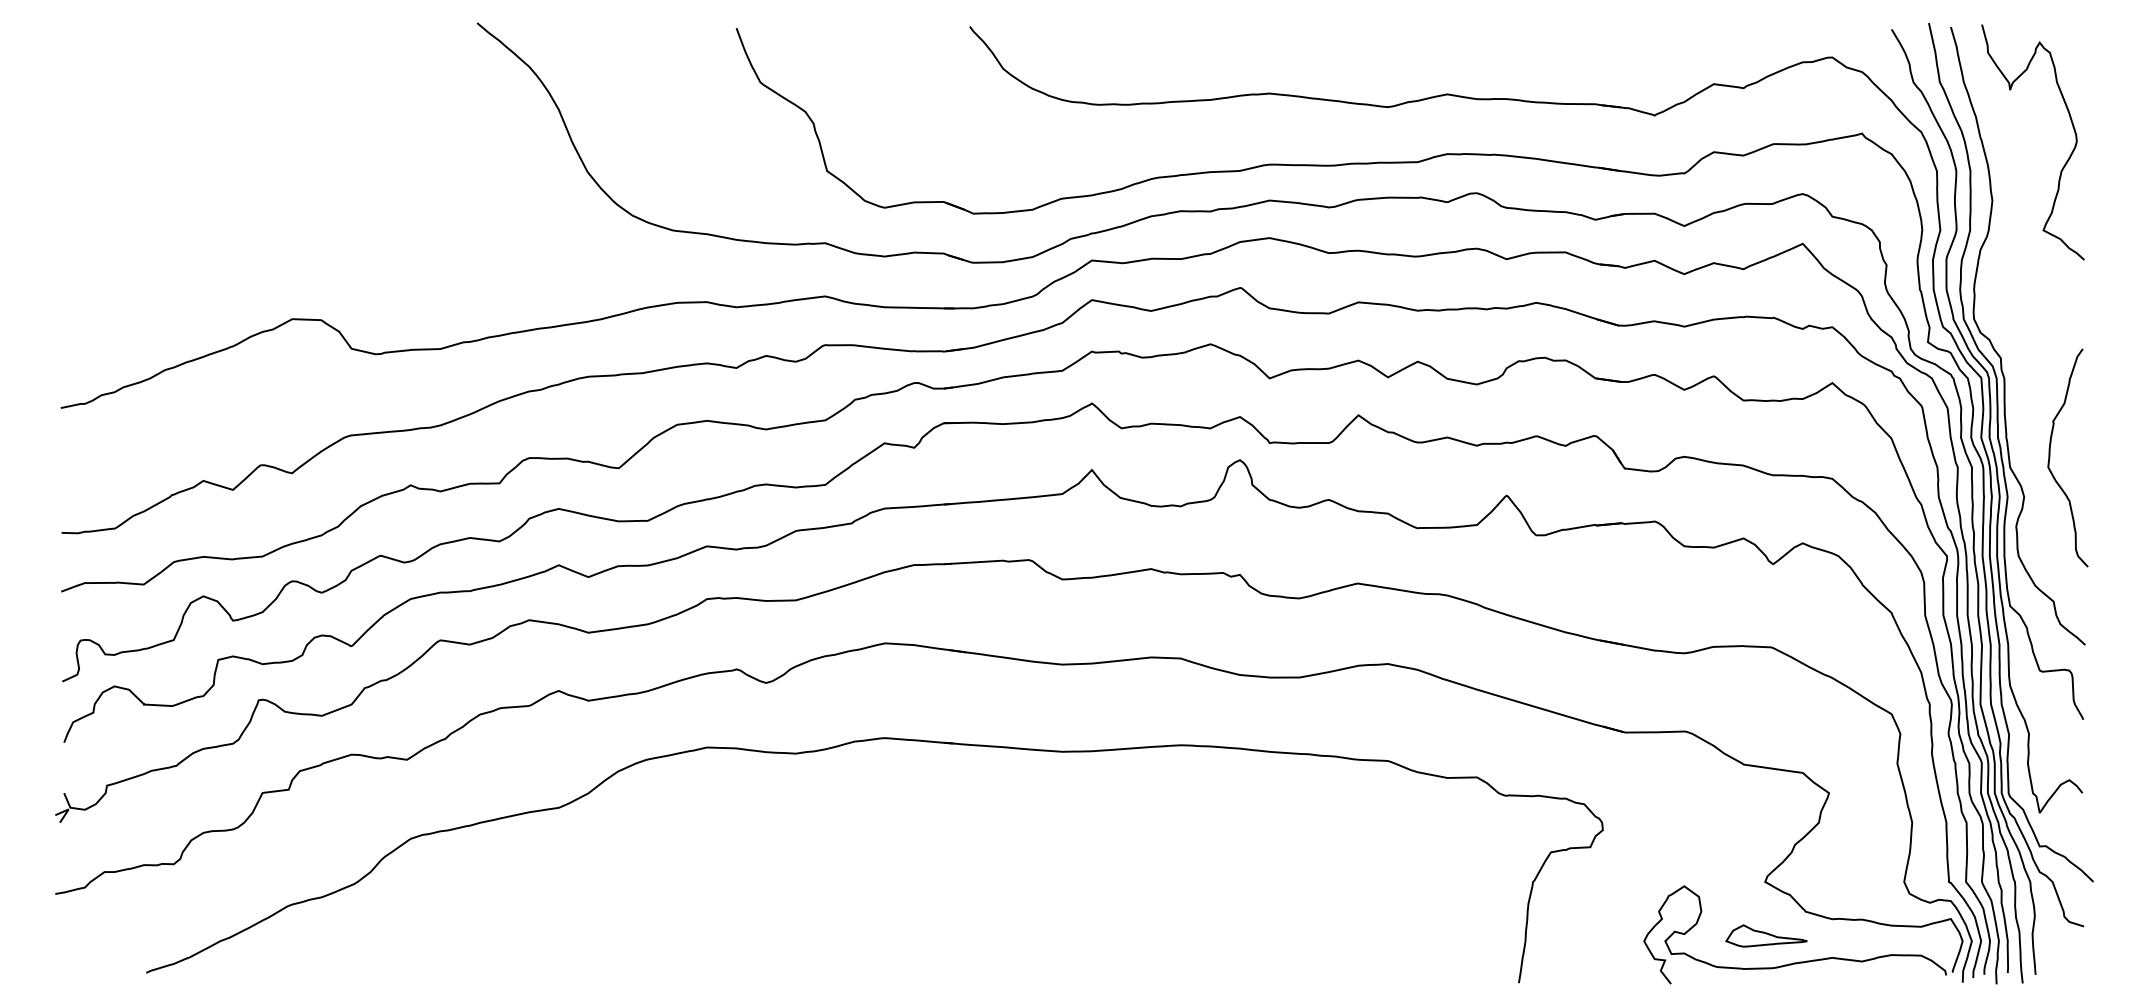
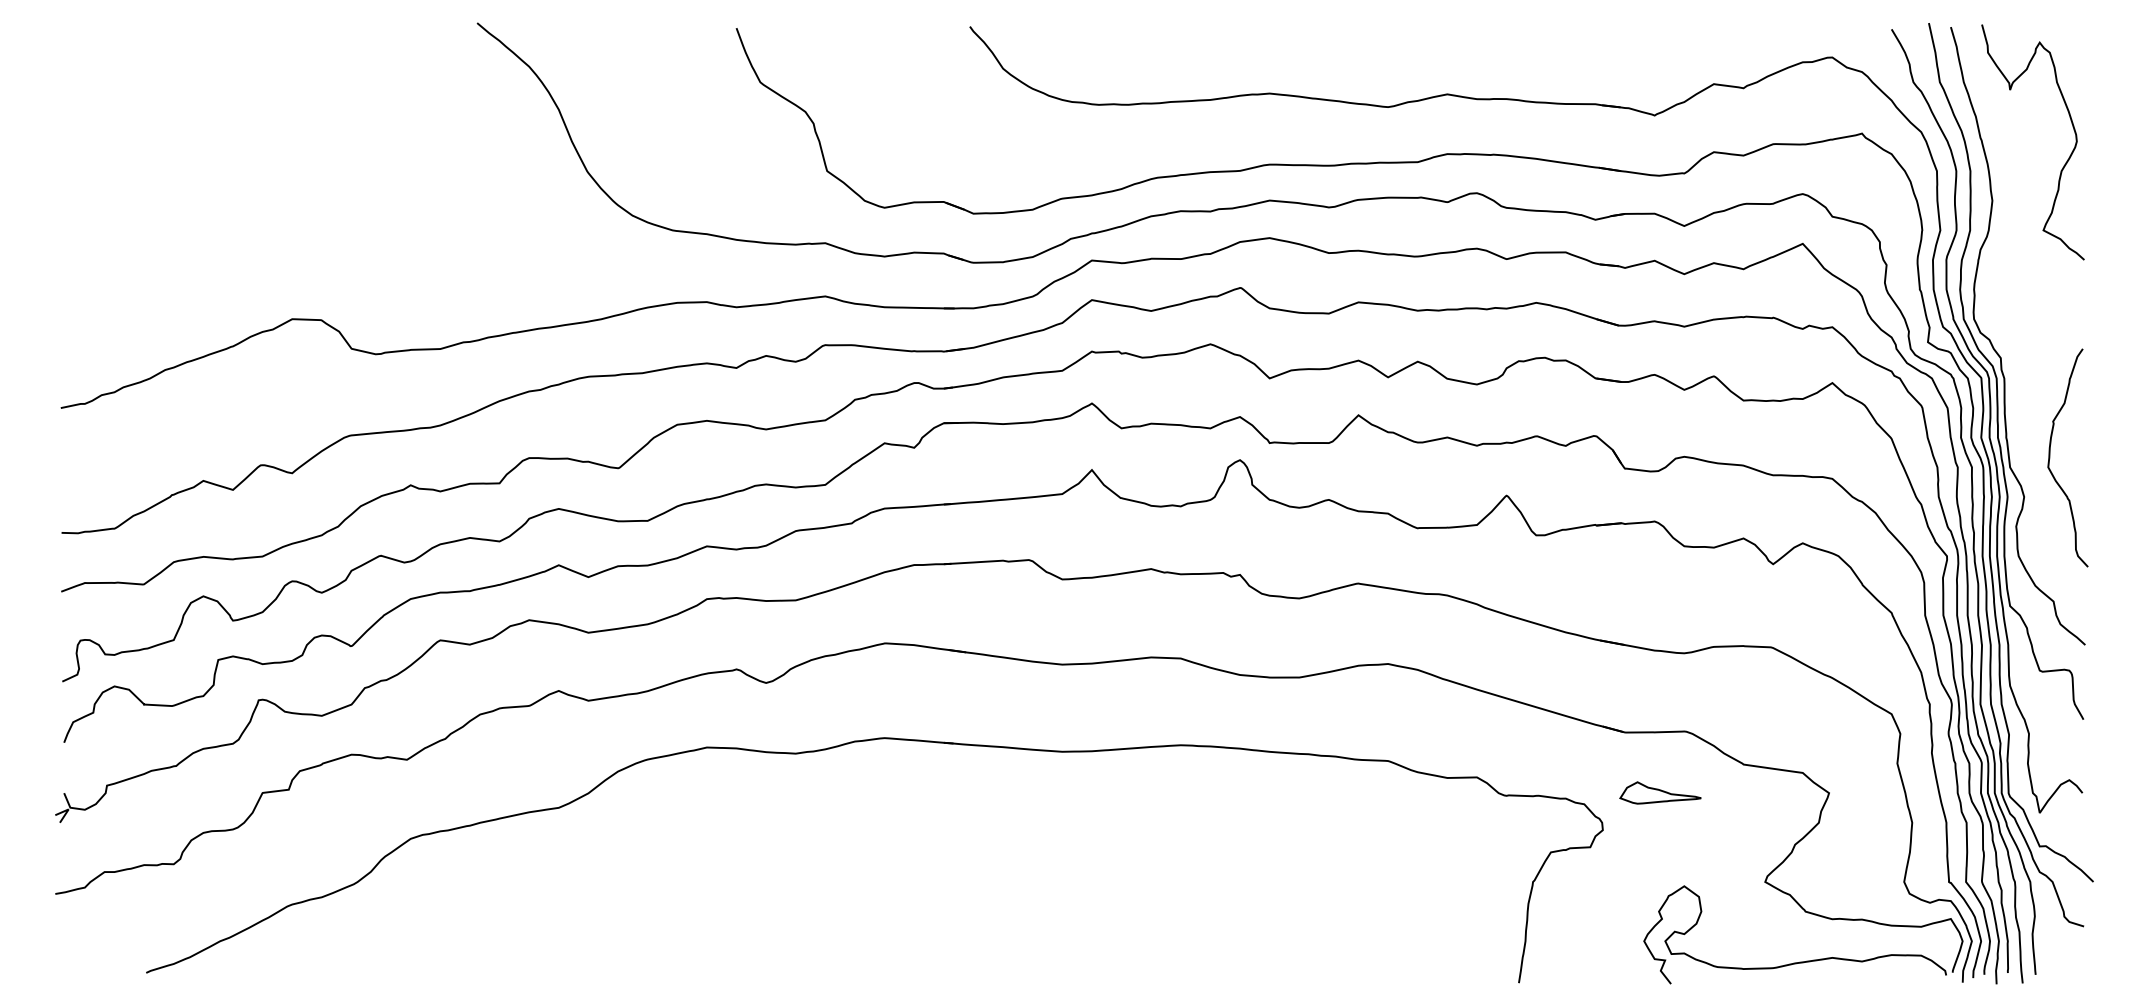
part at (1766, 935) position: (1766, 935) -> (1660, 792)
